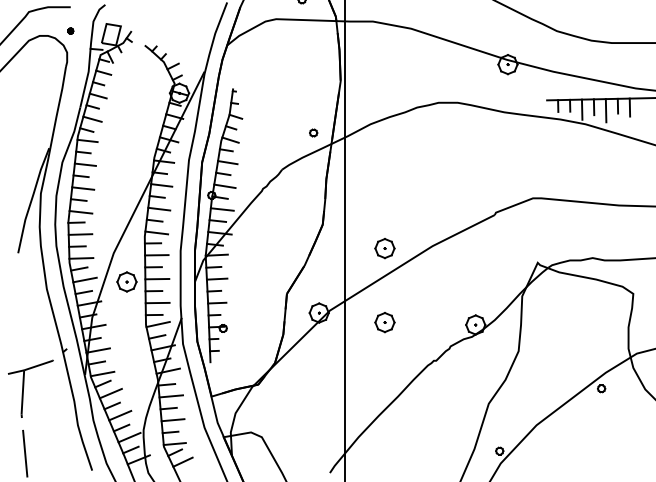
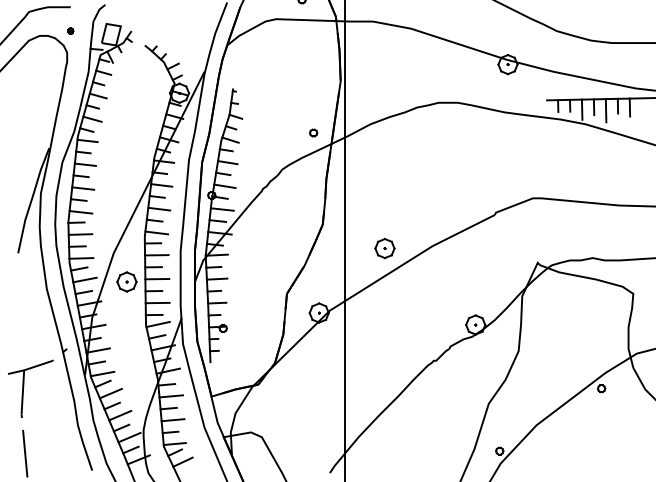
part at (384, 322): present -> none
